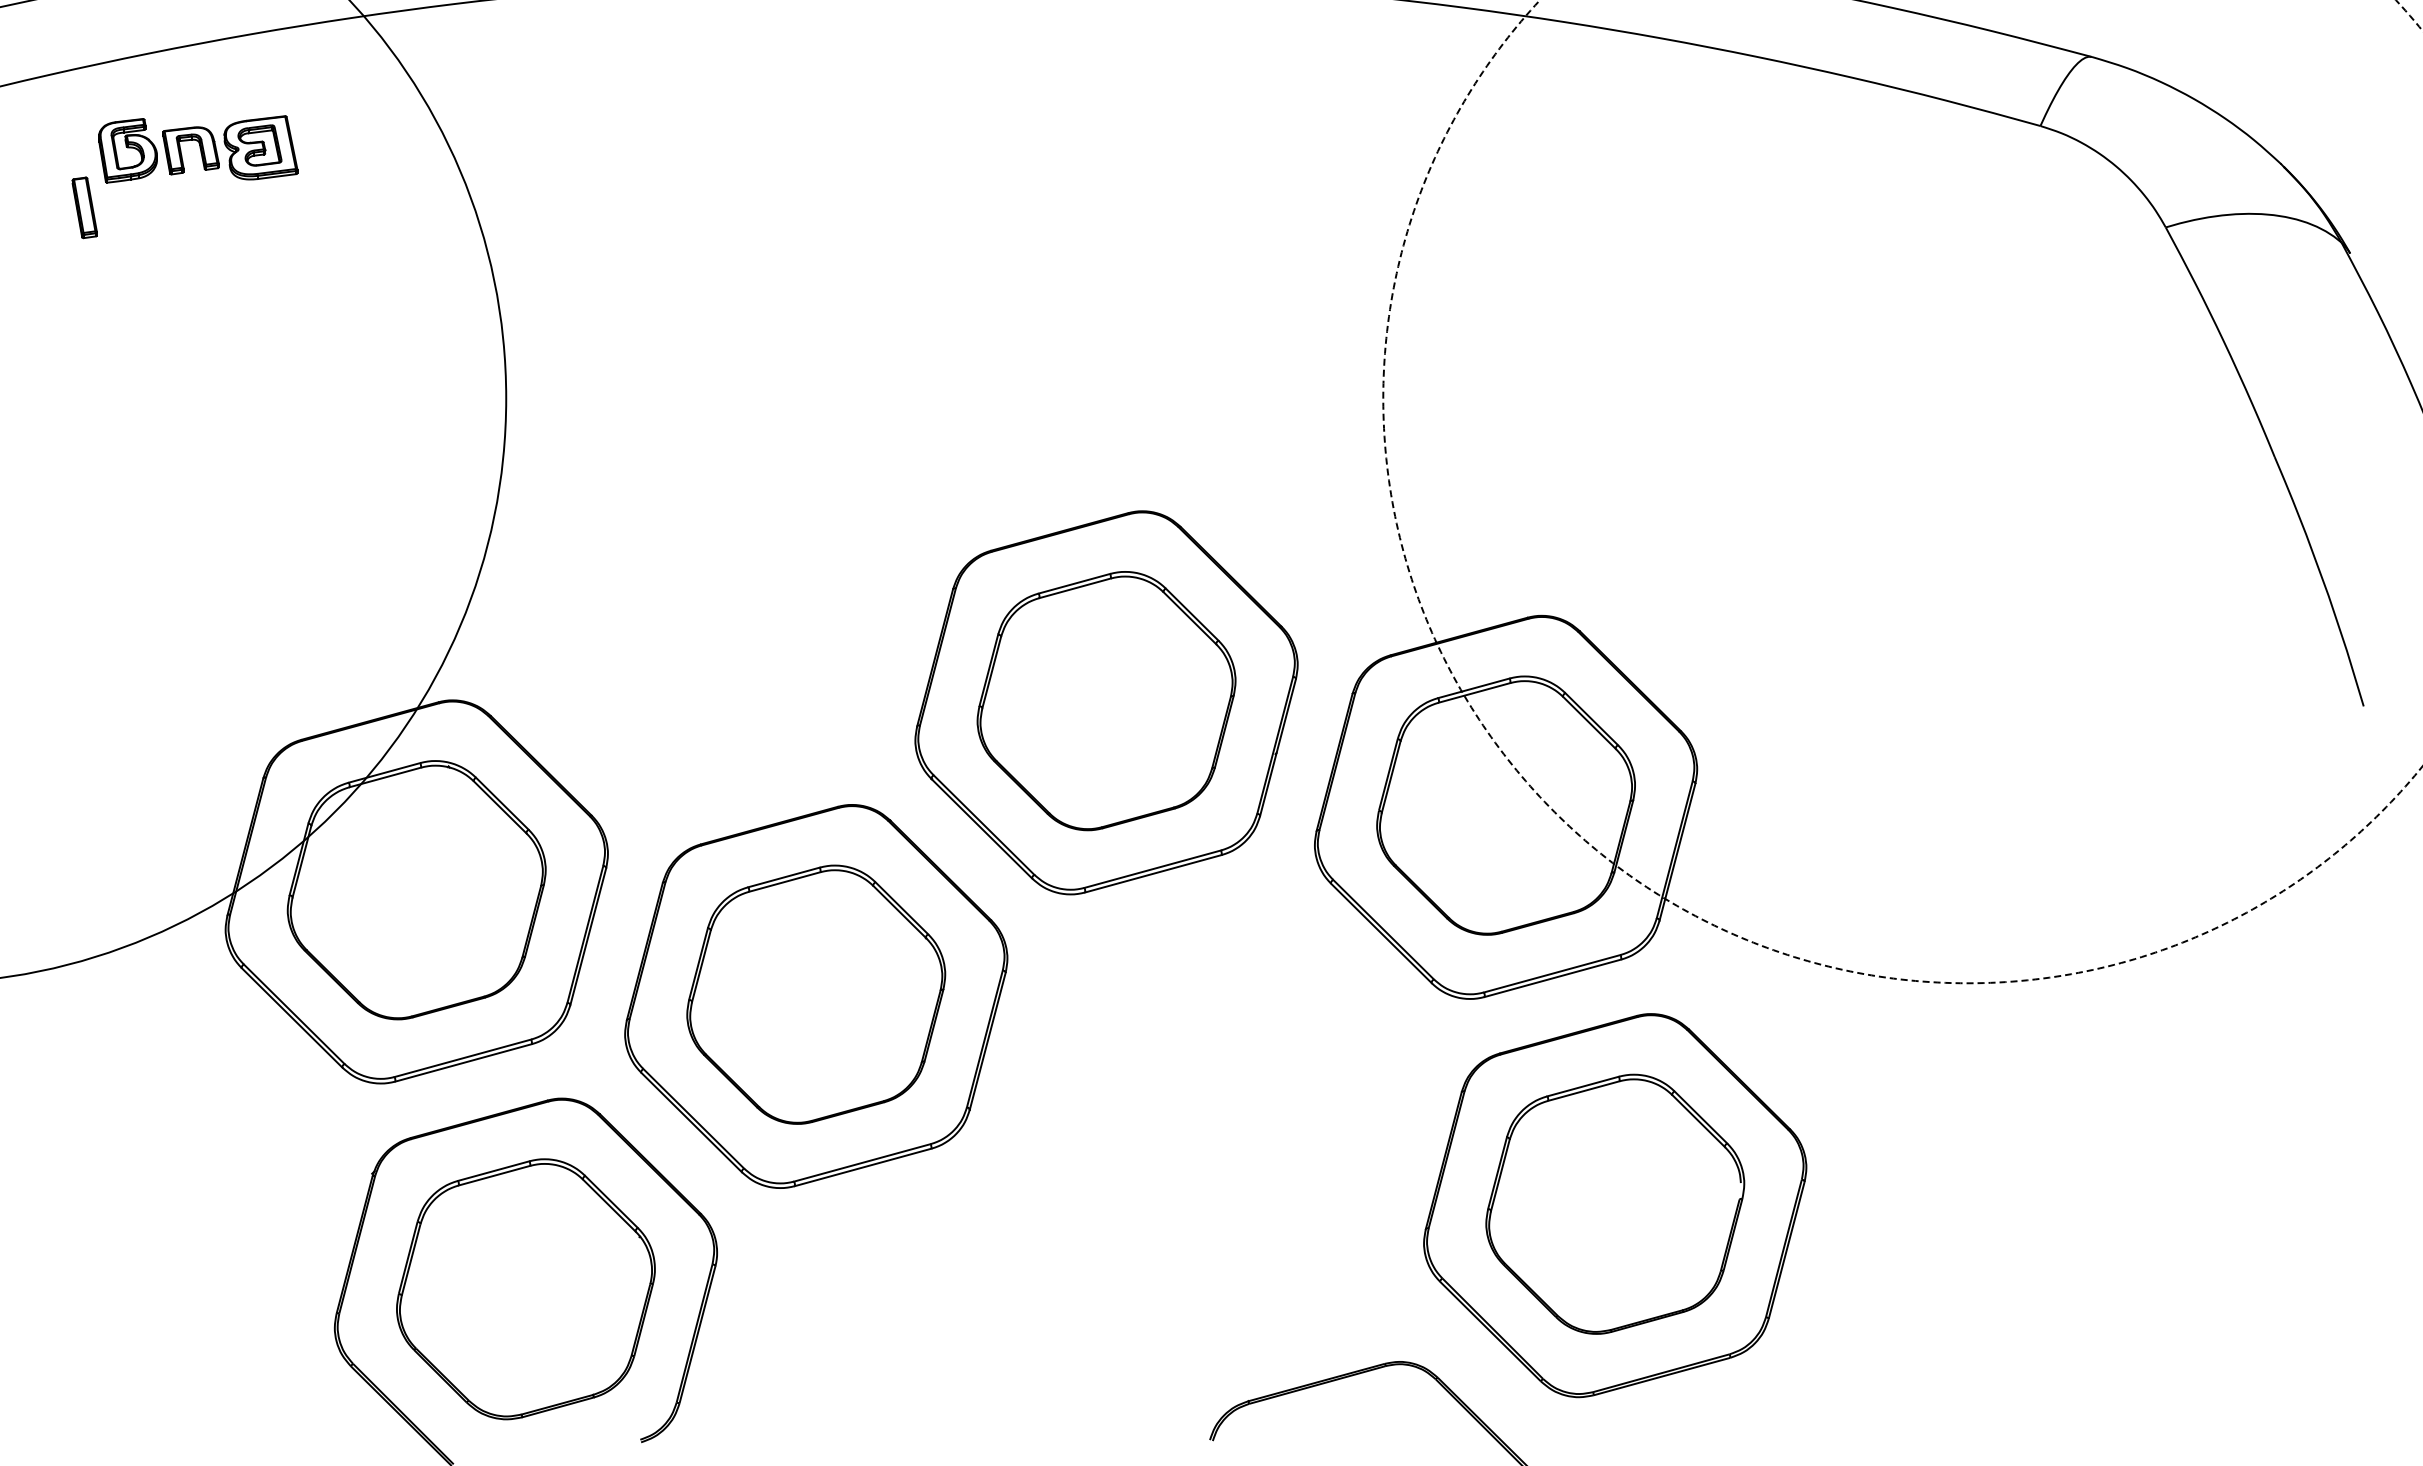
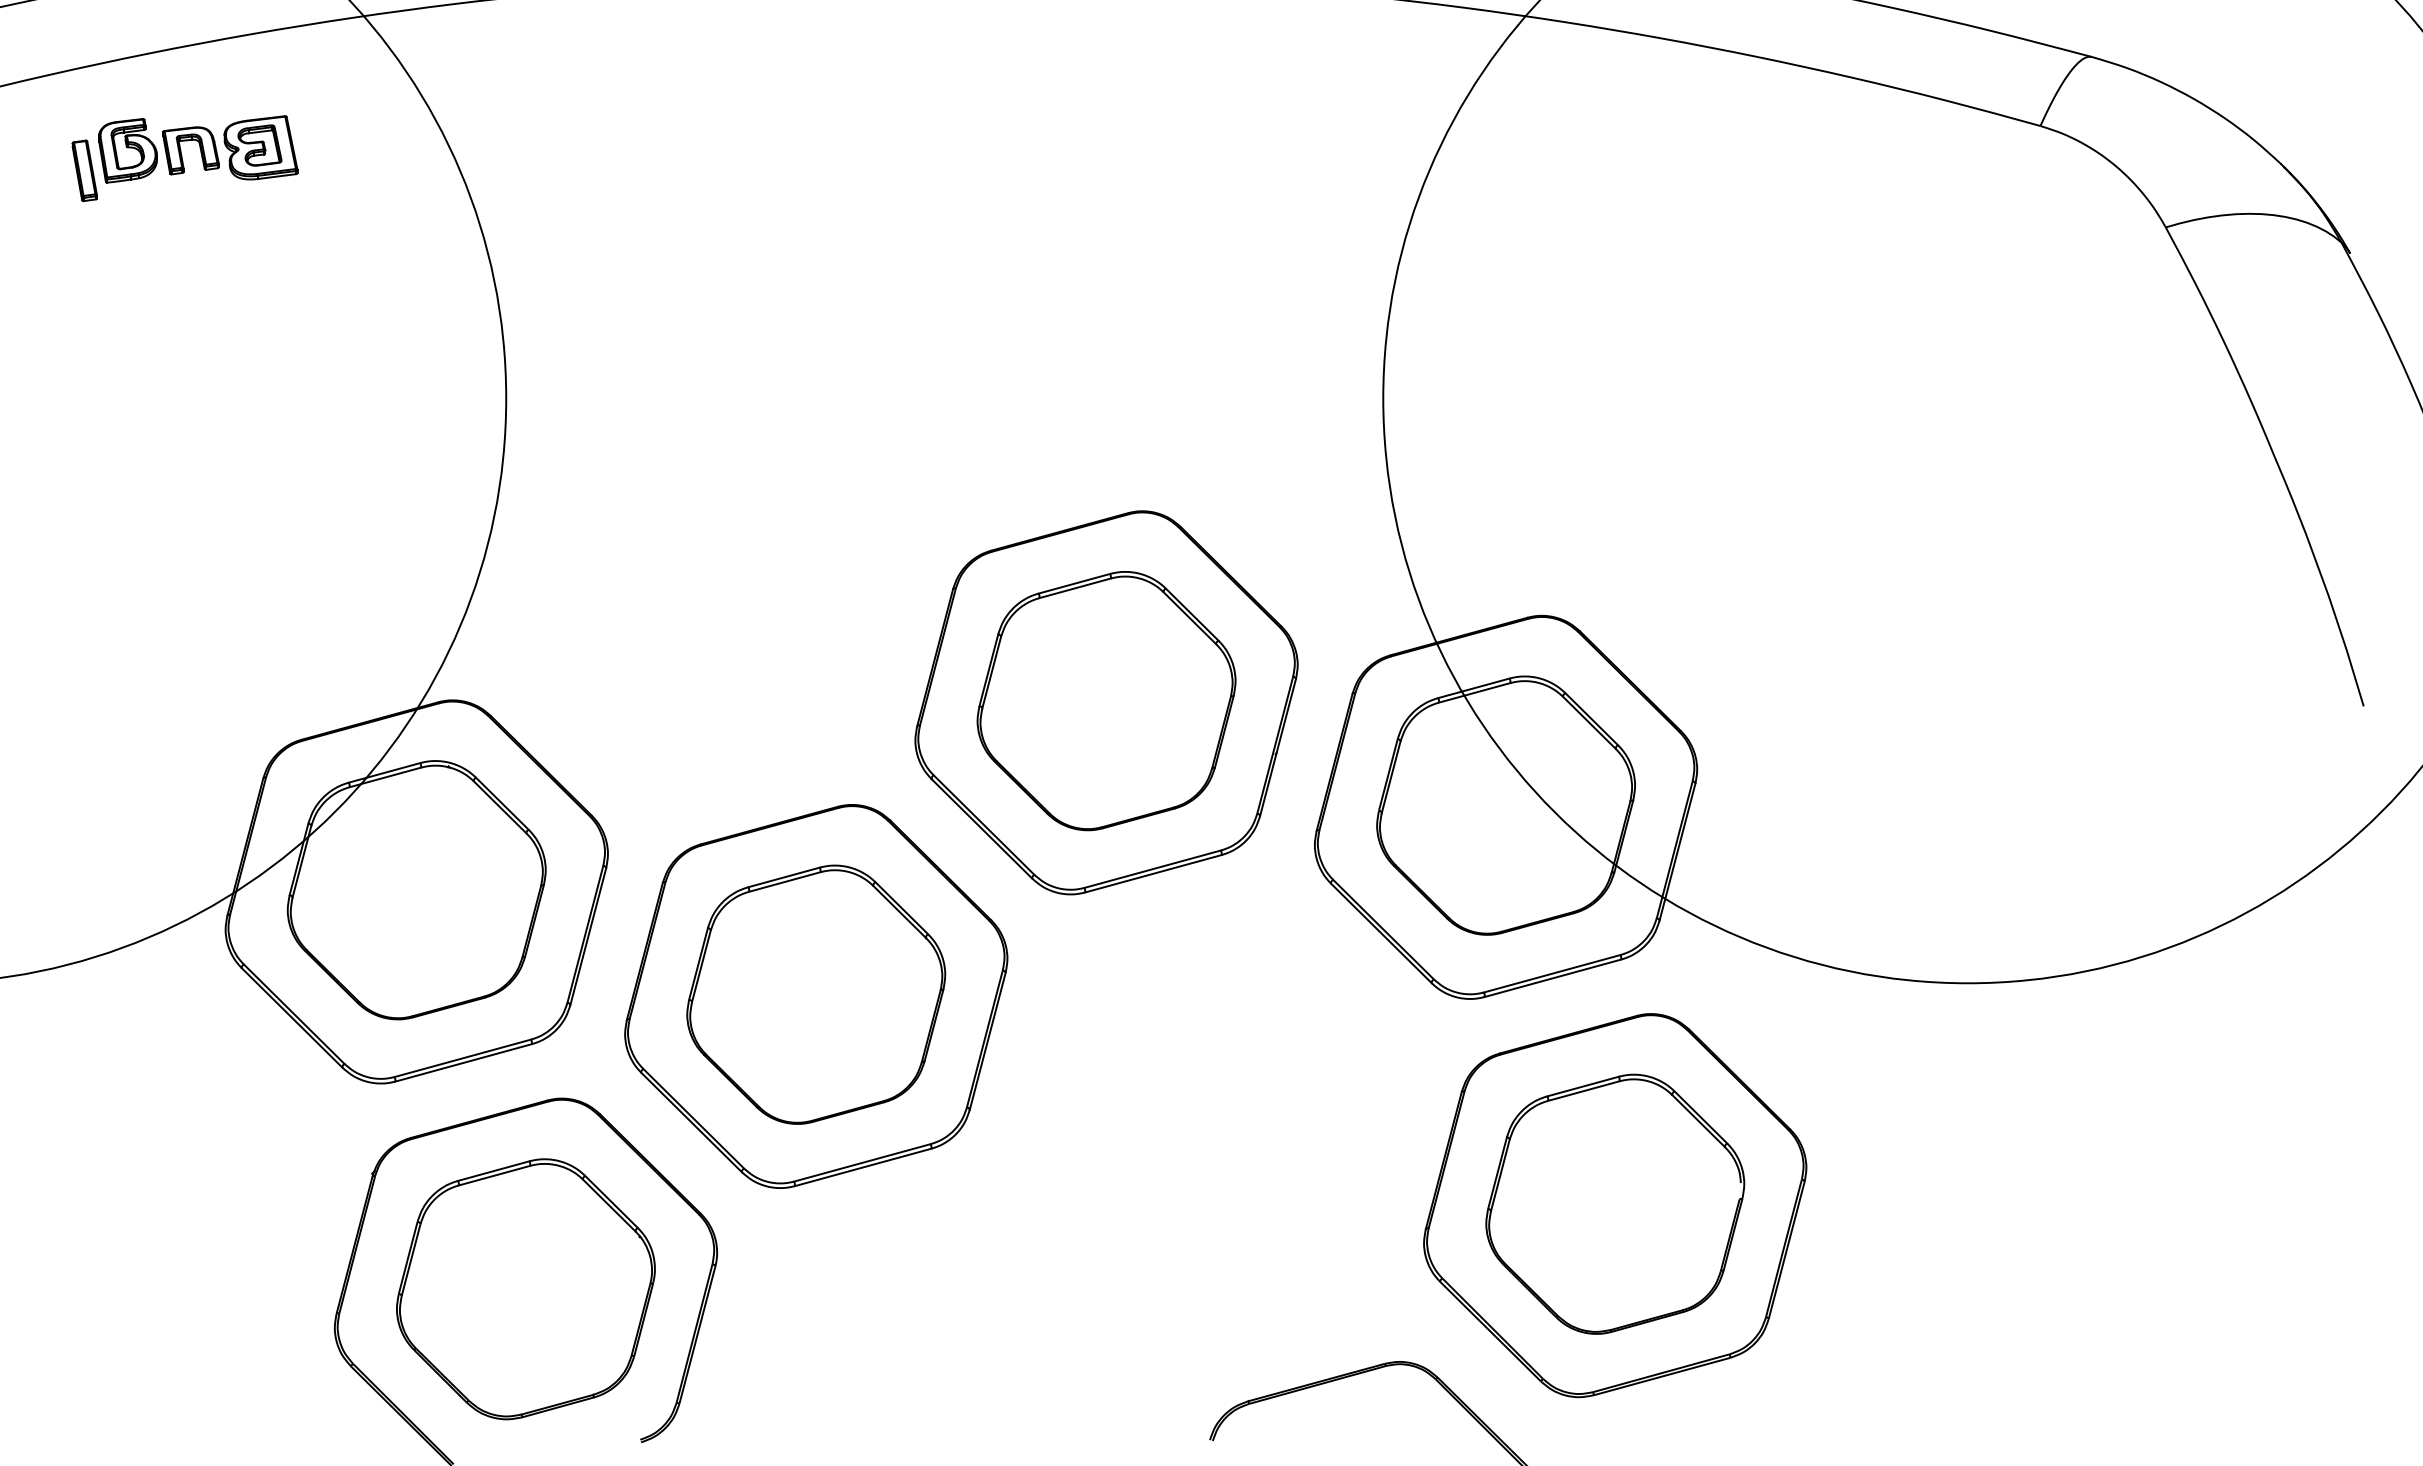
part at (84, 207) position: (84, 207) -> (84, 170)
circle at (1902, 491): dashed -> solid
